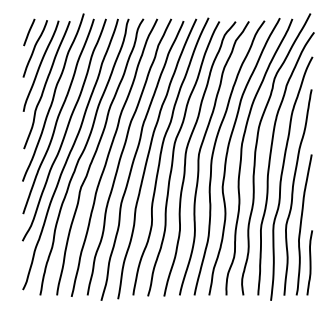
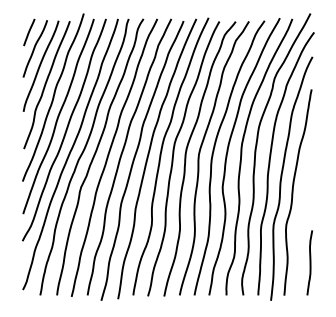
curve at (301, 224): present -> none
